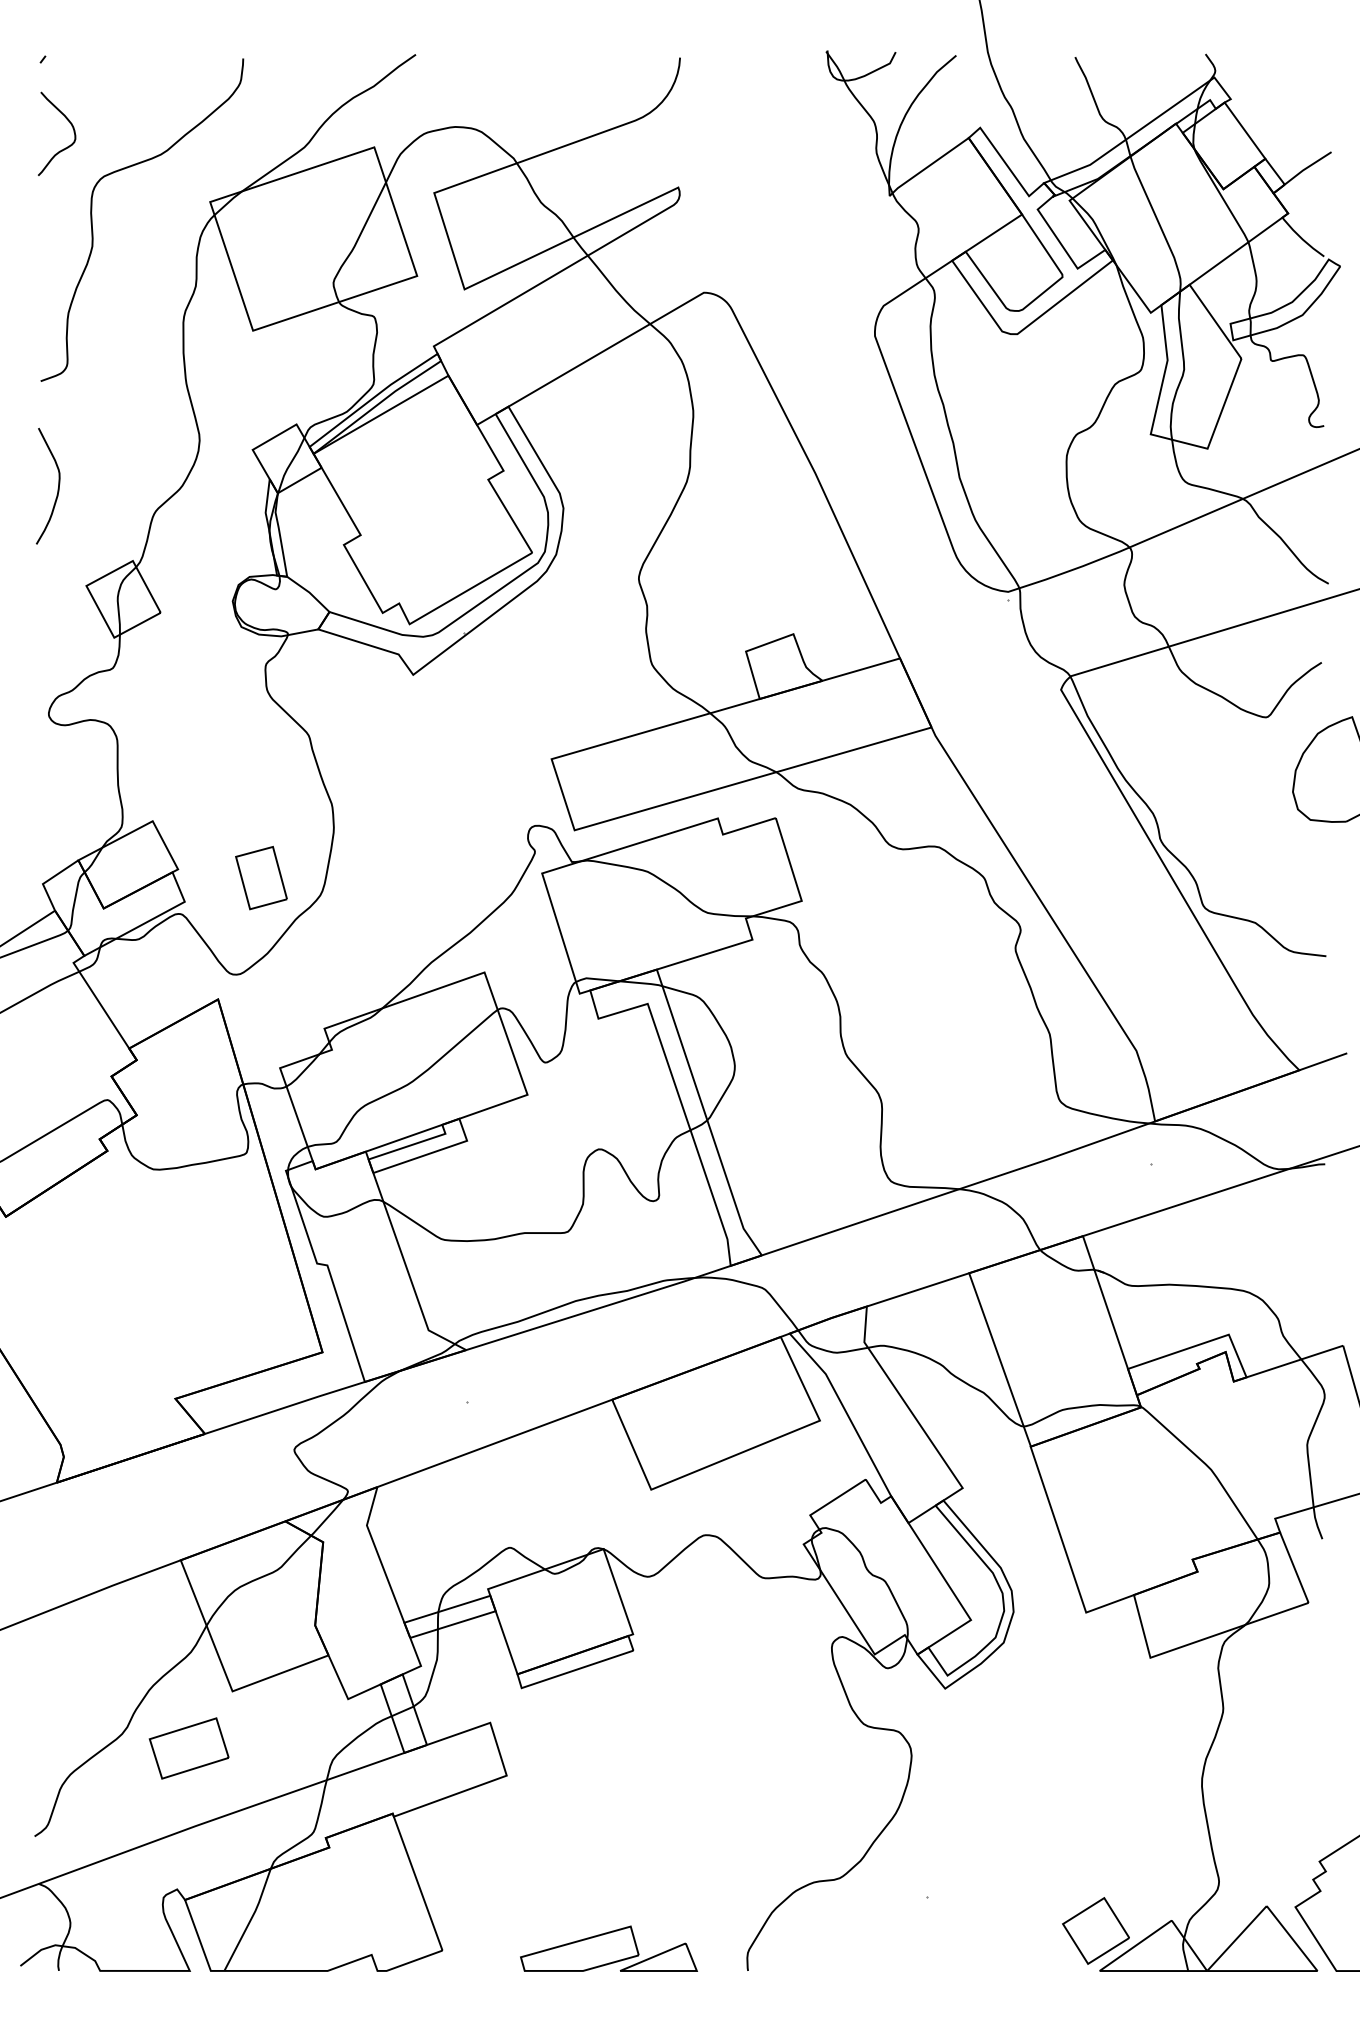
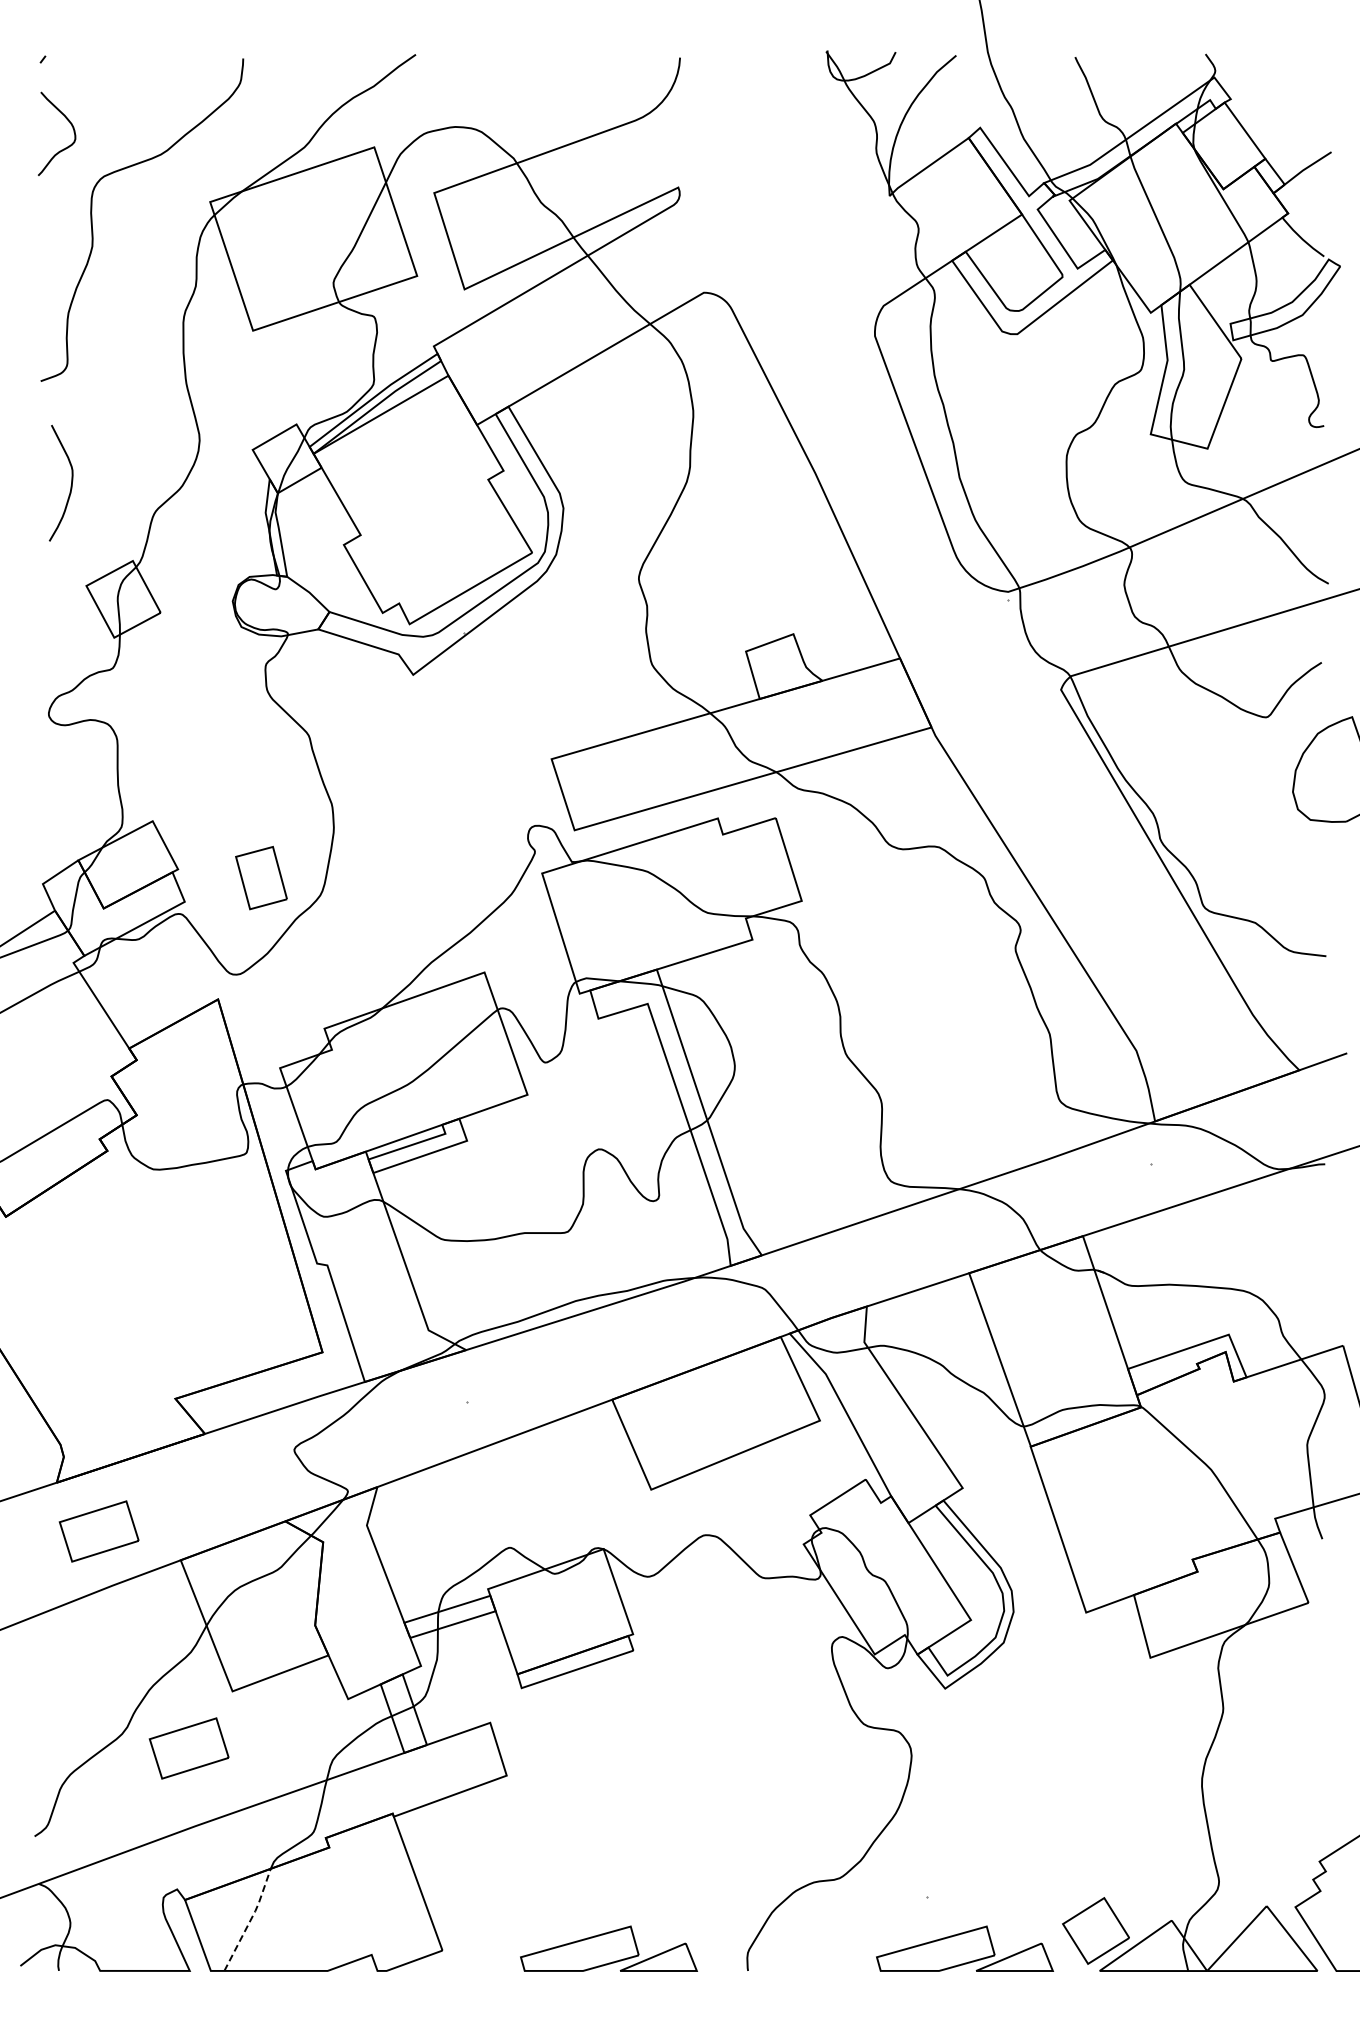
curve at (57, 488) position: (57, 488) -> (70, 485)
part at (98, 1531): none -> present
line at (250, 1919): solid -> dashed
part at (964, 1948): none -> present
